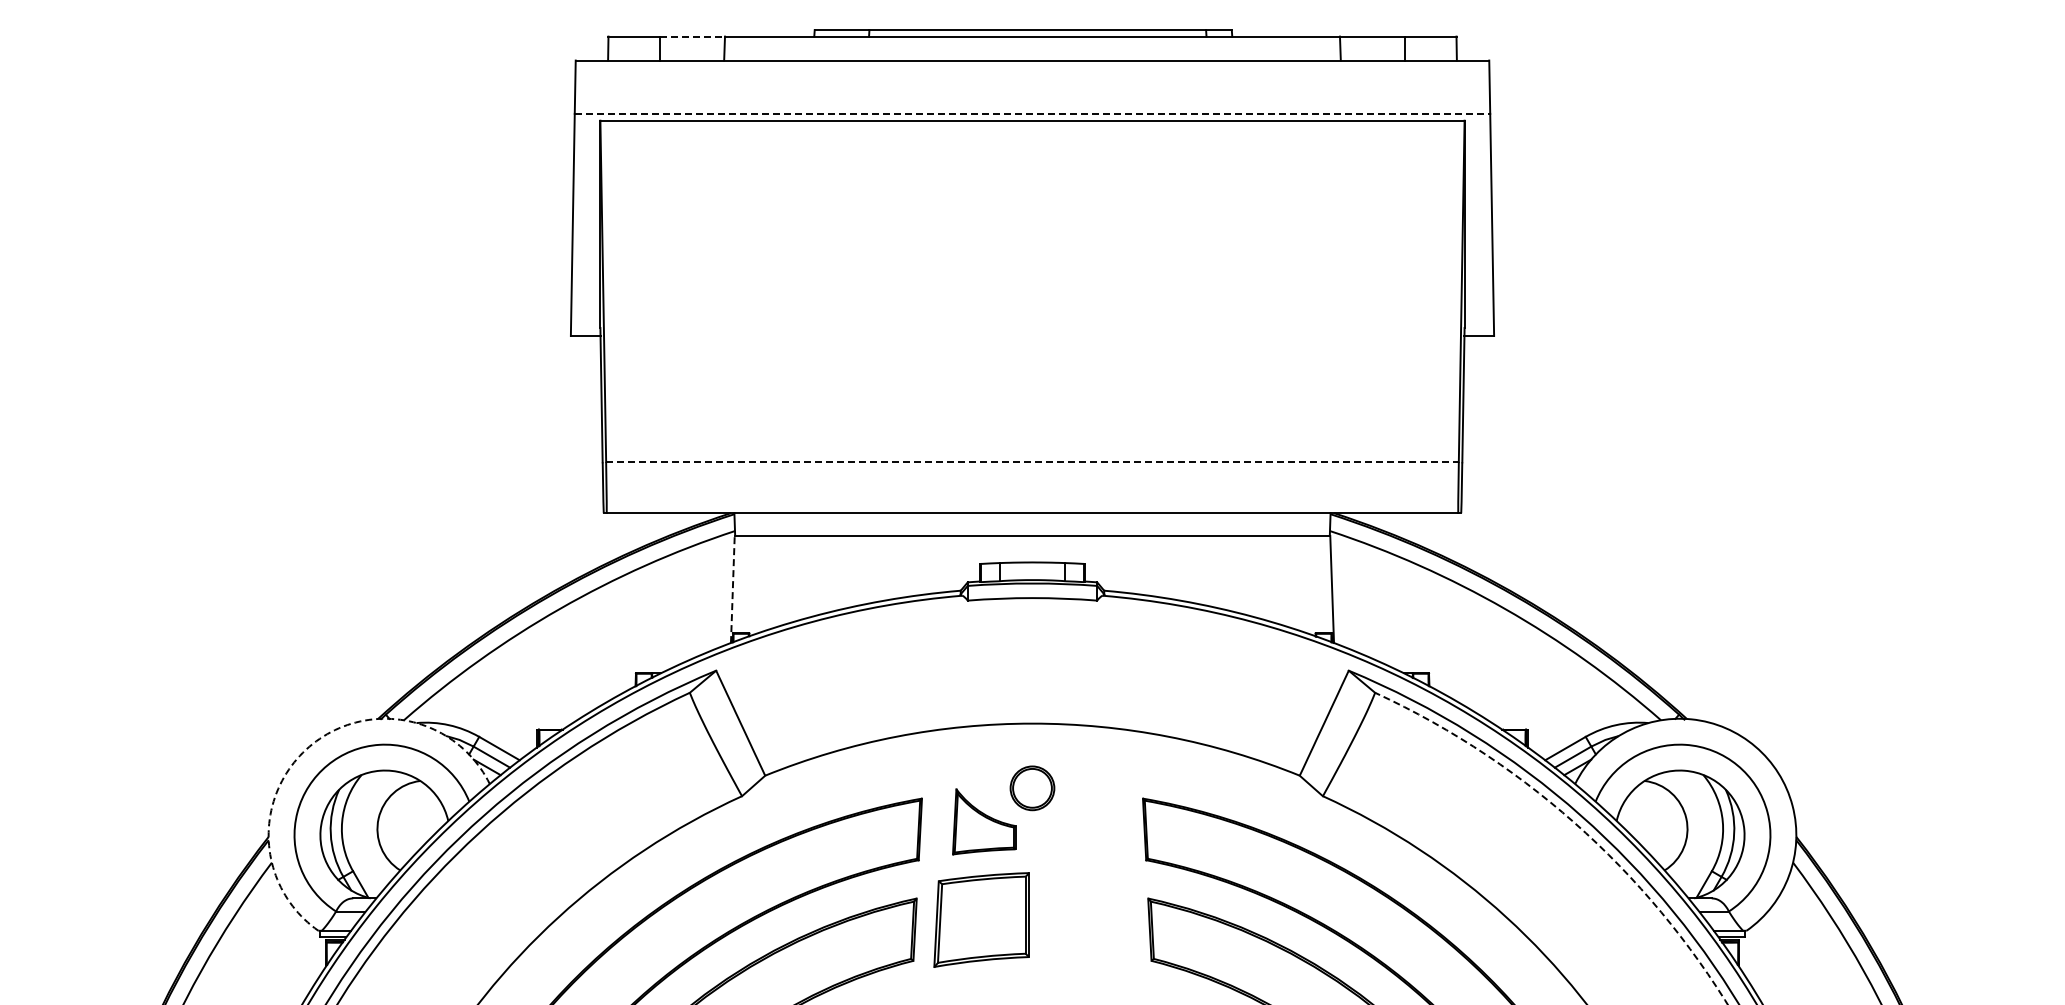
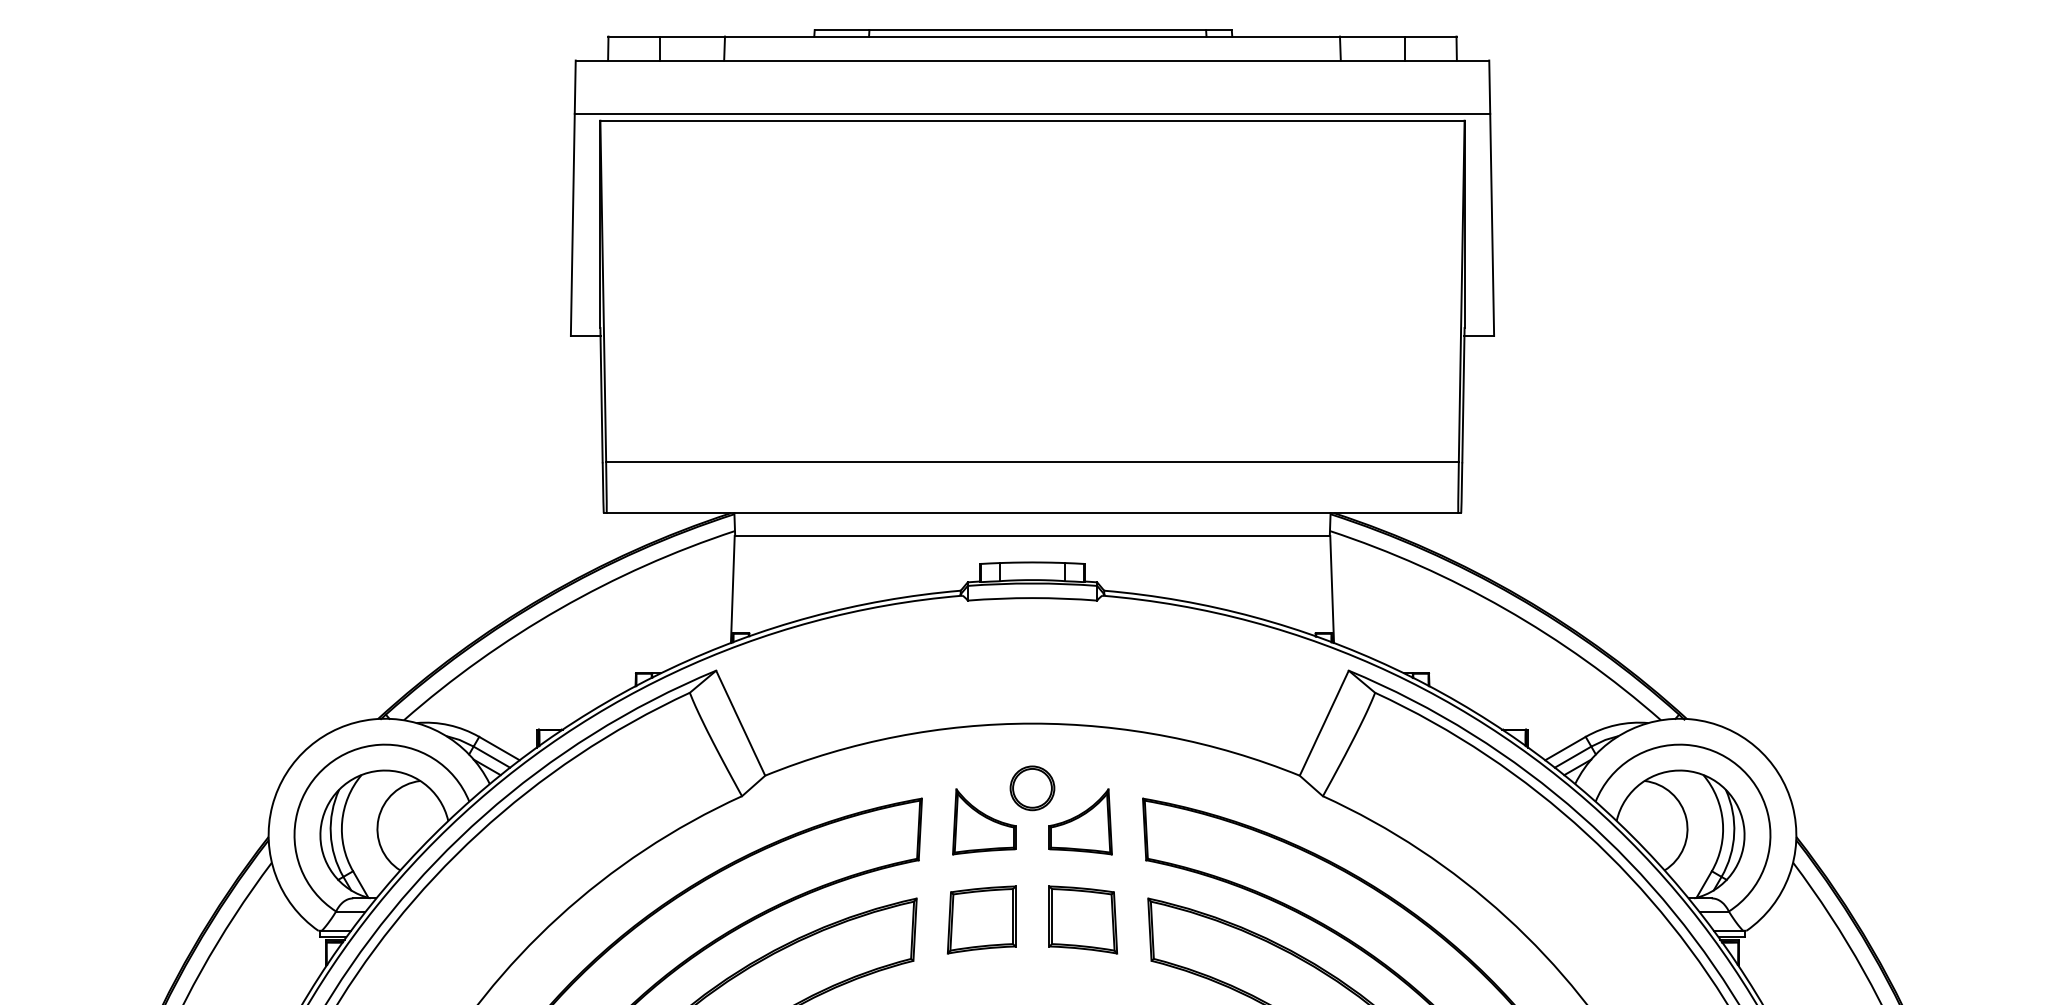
line at (693, 36): dashed -> solid
line at (1032, 113): dashed -> solid
line at (1032, 461): dashed -> solid
line at (732, 589): dashed -> solid
arc at (309, 746): dashed -> solid
part at (1080, 821): none -> present
arc at (1574, 822): dashed -> solid
part at (981, 919) size: 97x96 px -> 71x70 px
part at (1083, 919): none -> present
